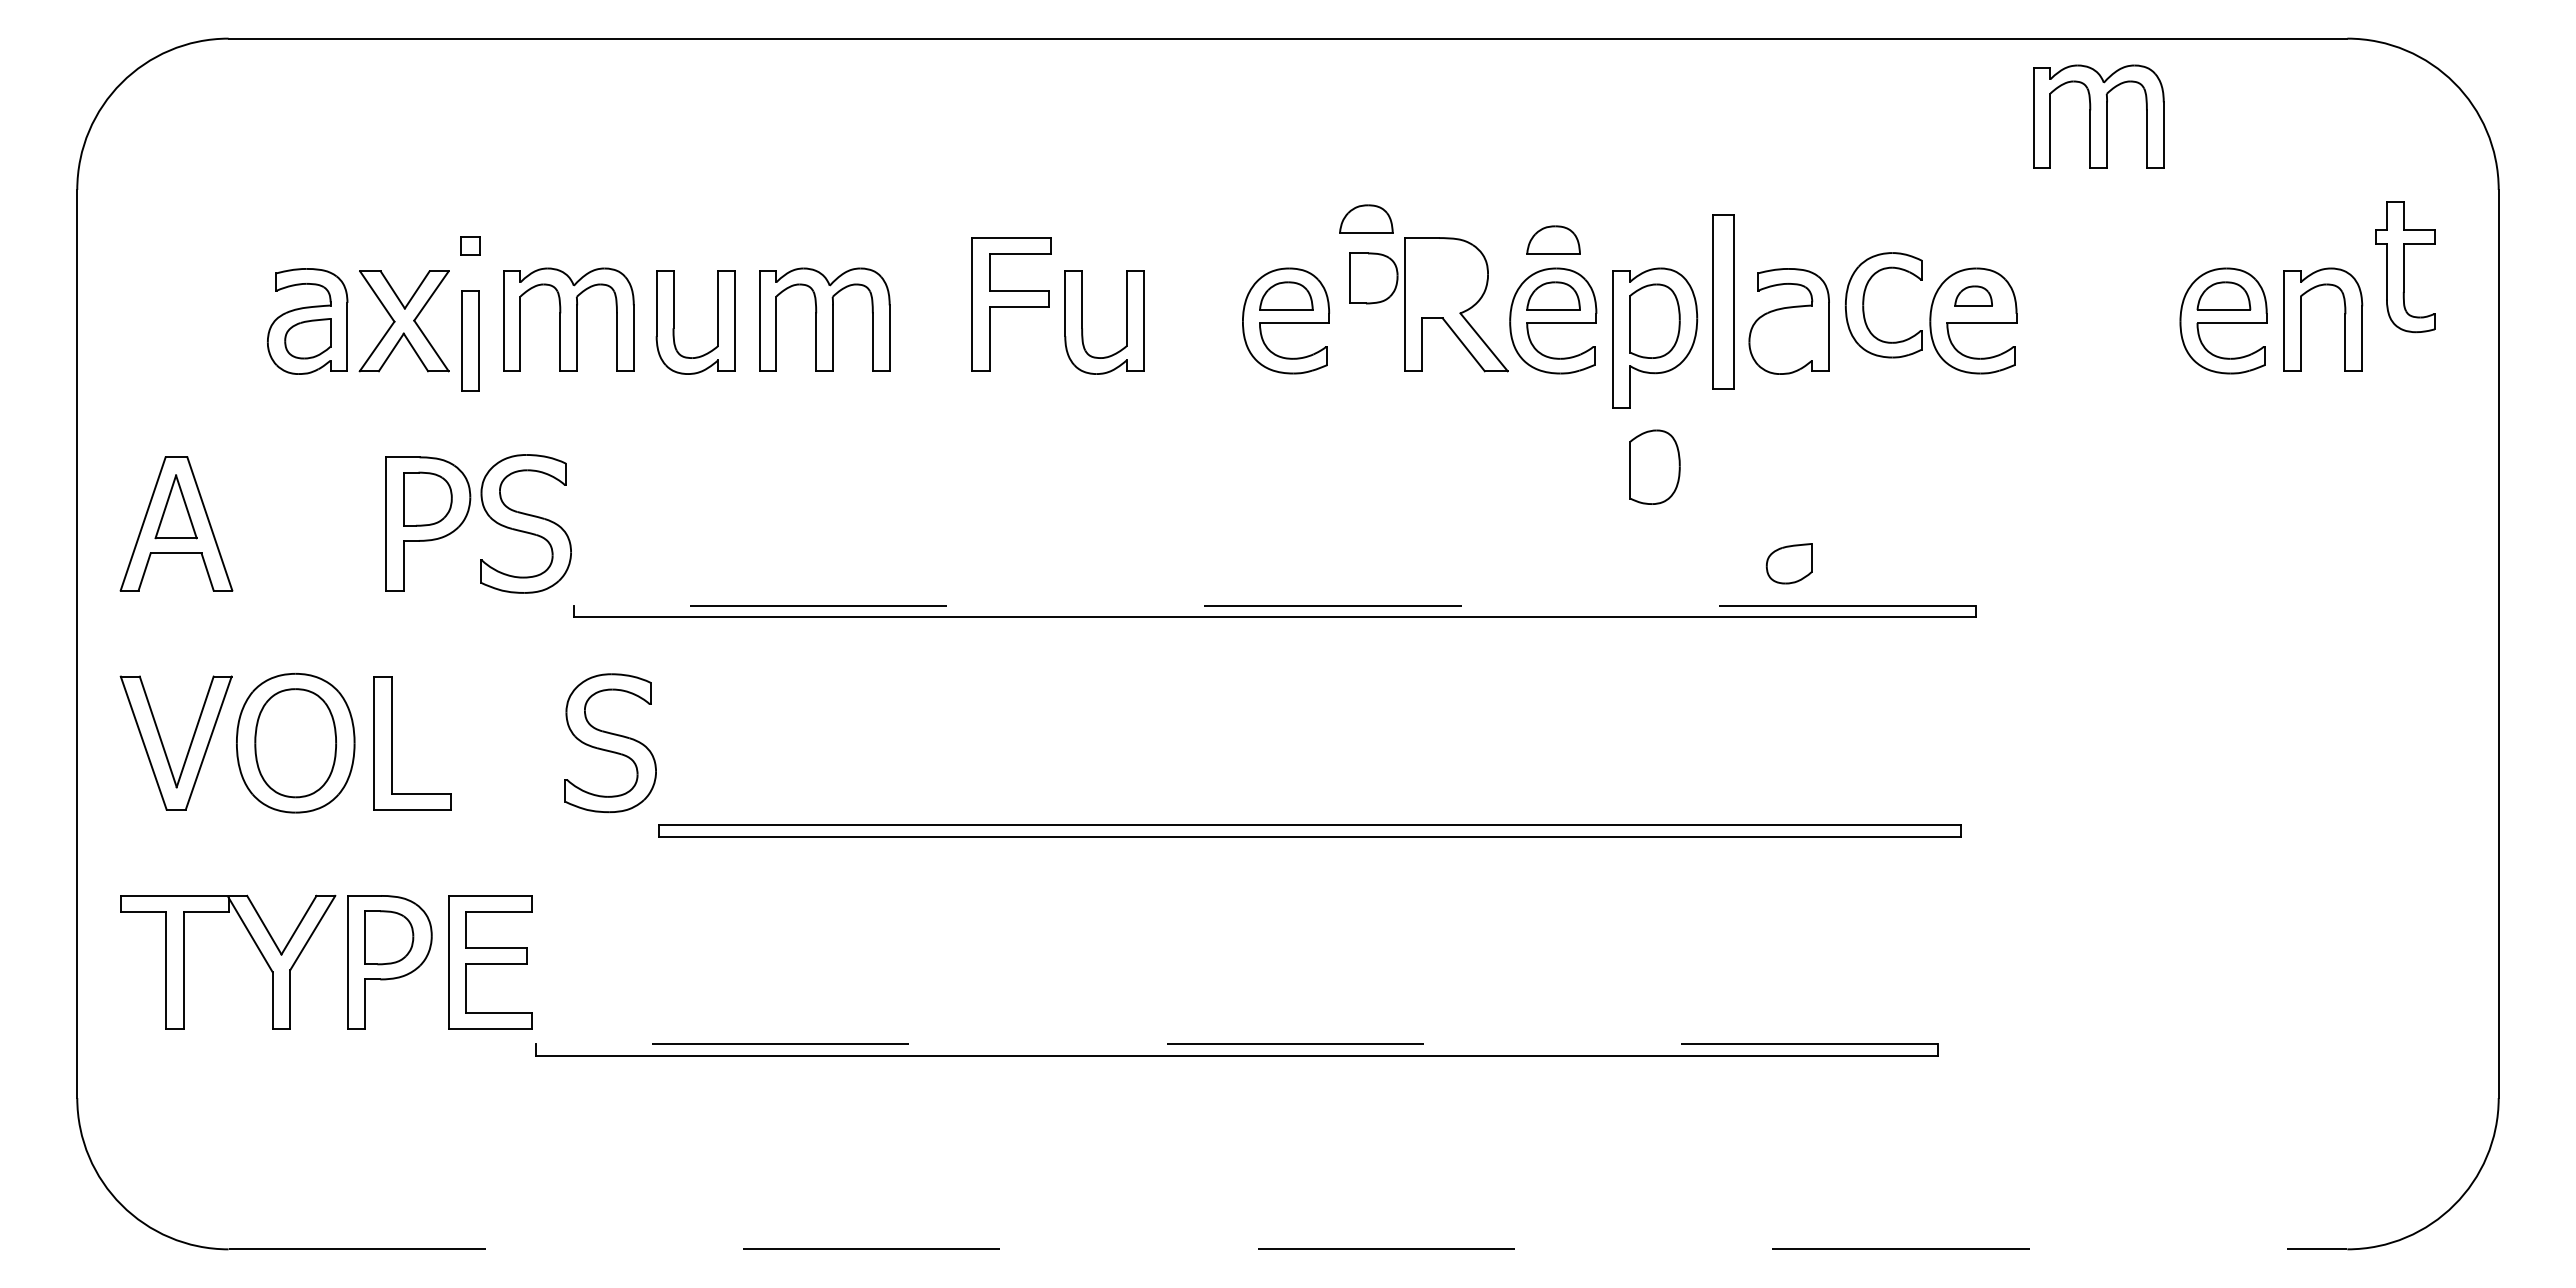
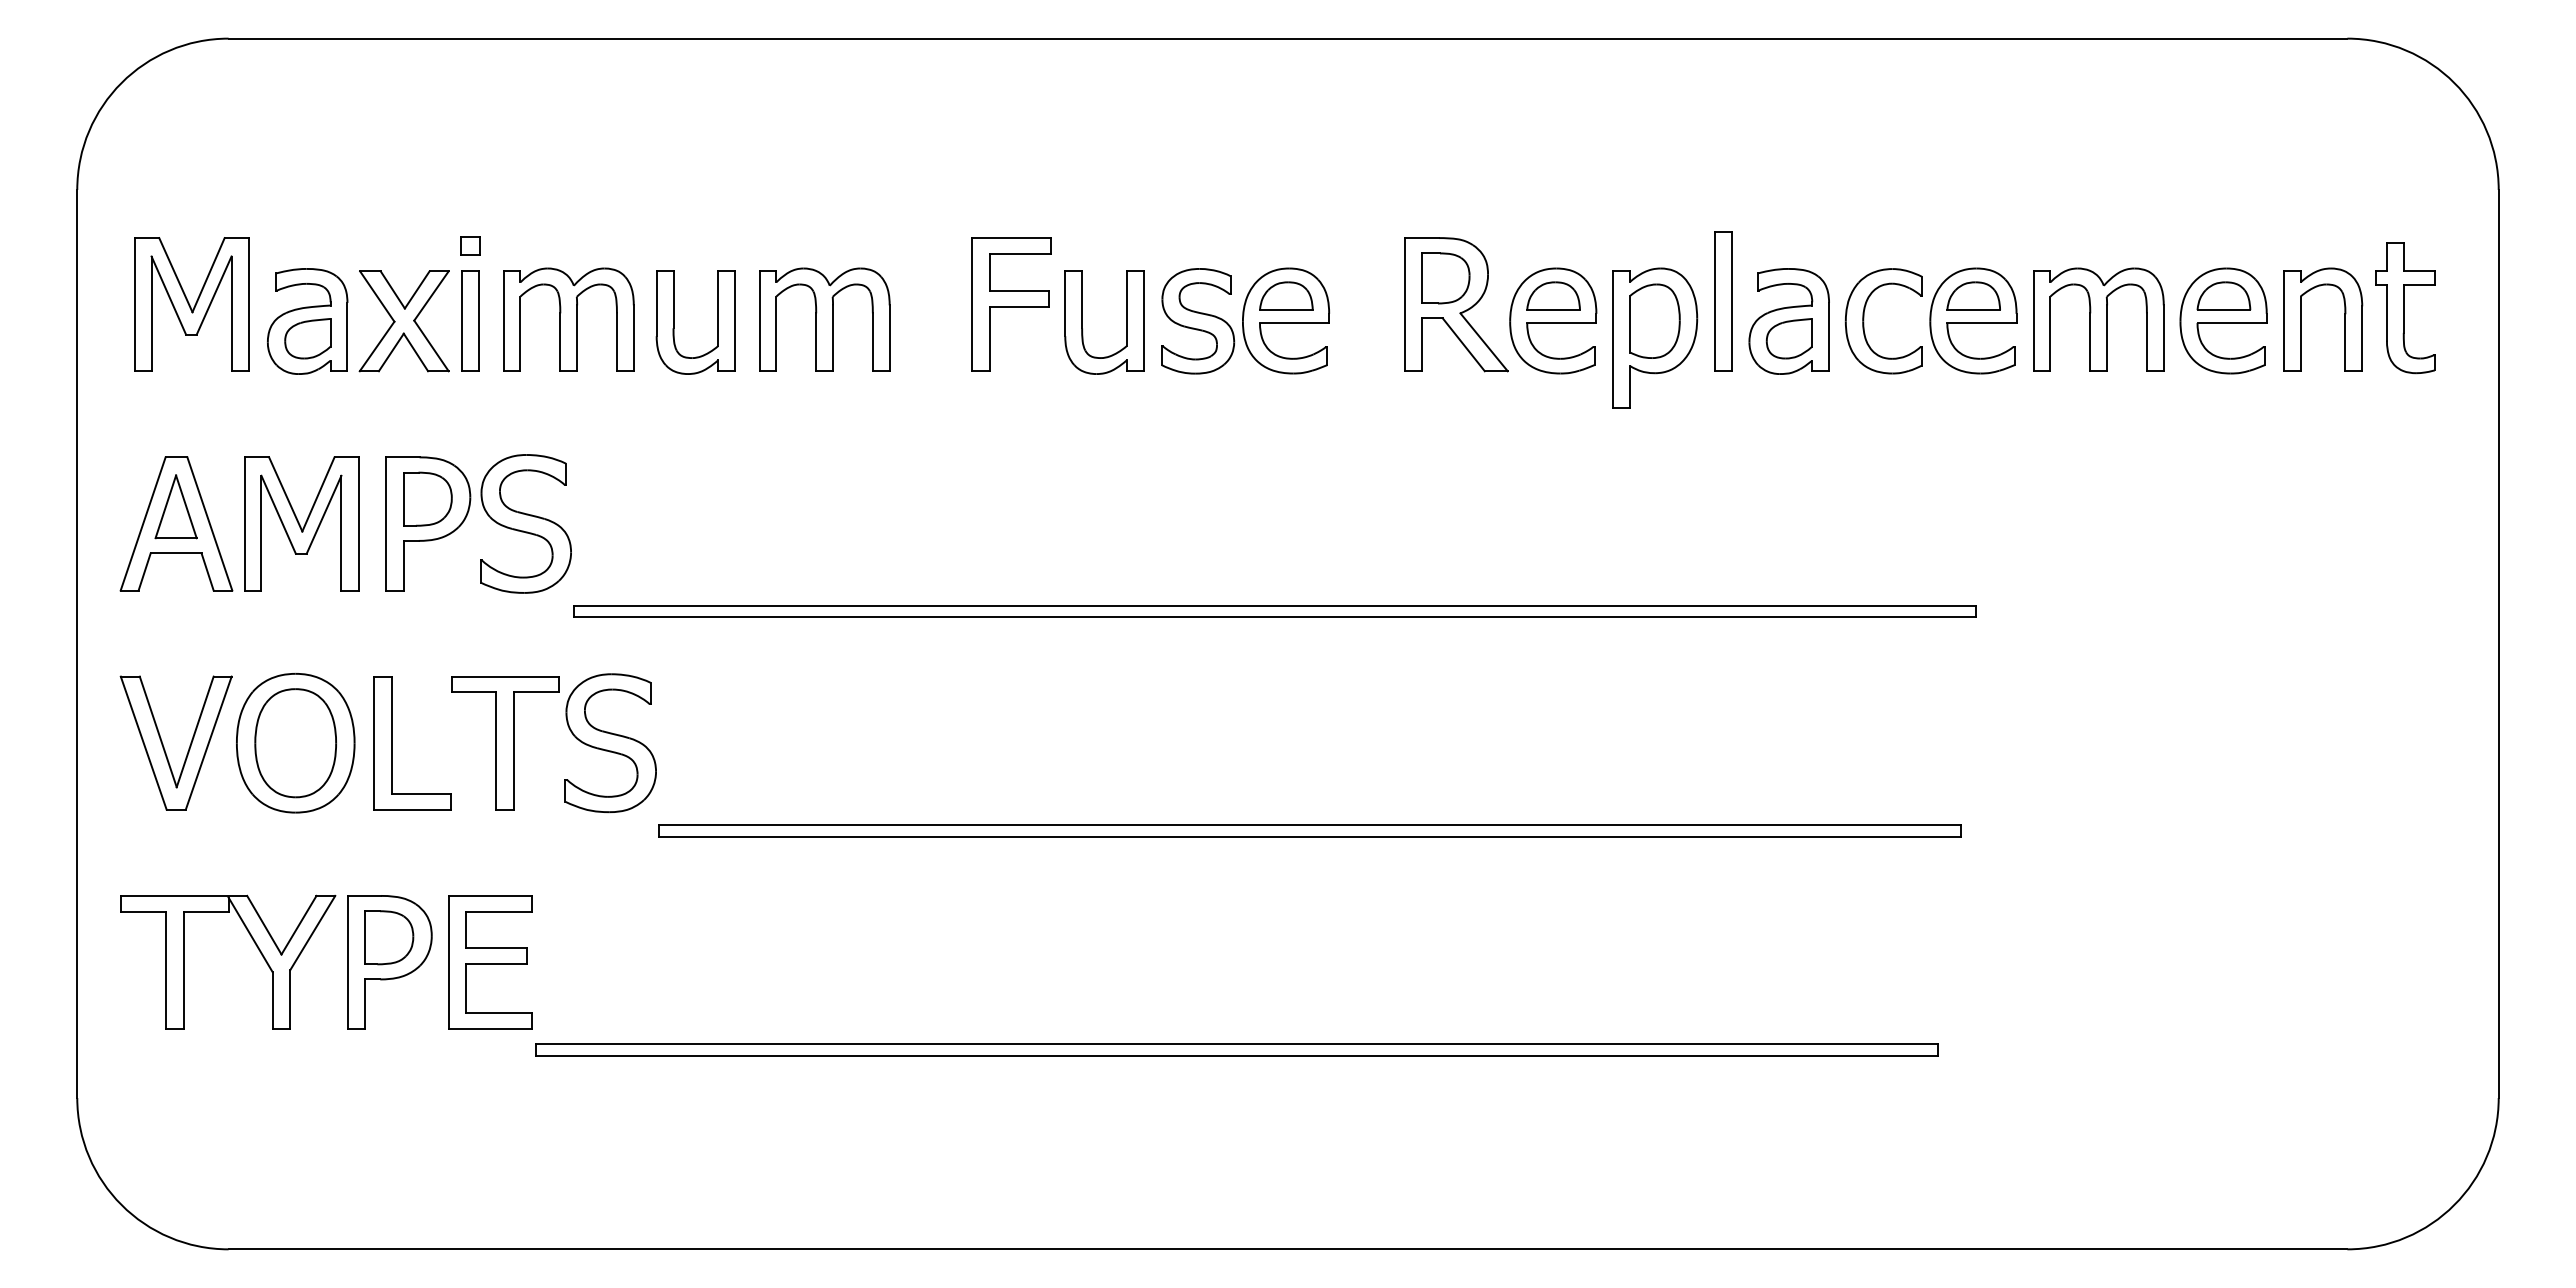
part at (2098, 116) position: (2098, 116) -> (2098, 319)
part at (1366, 218): present -> none
part at (1553, 239): present -> none
part at (2405, 267) position: (2405, 267) -> (2405, 308)
part at (1373, 278) position: (1373, 278) -> (1445, 278)
part at (1973, 295) size: 39x22 px -> 55x30 px
part at (1723, 301) size: 23x176 px -> 19x141 px
part at (191, 304): none -> present
part at (1864, 305) position: (1864, 305) -> (1864, 321)
part at (1198, 321): none -> present
part at (470, 340) position: (470, 340) -> (470, 320)
part at (1654, 466): present -> none
part at (301, 523): none -> present
part at (1788, 563) position: (1788, 563) -> (1788, 338)
line at (1275, 605): dashed -> solid
part at (505, 743): none -> present
line at (1237, 1044): dashed -> solid
line at (1288, 1249): dashed -> solid
